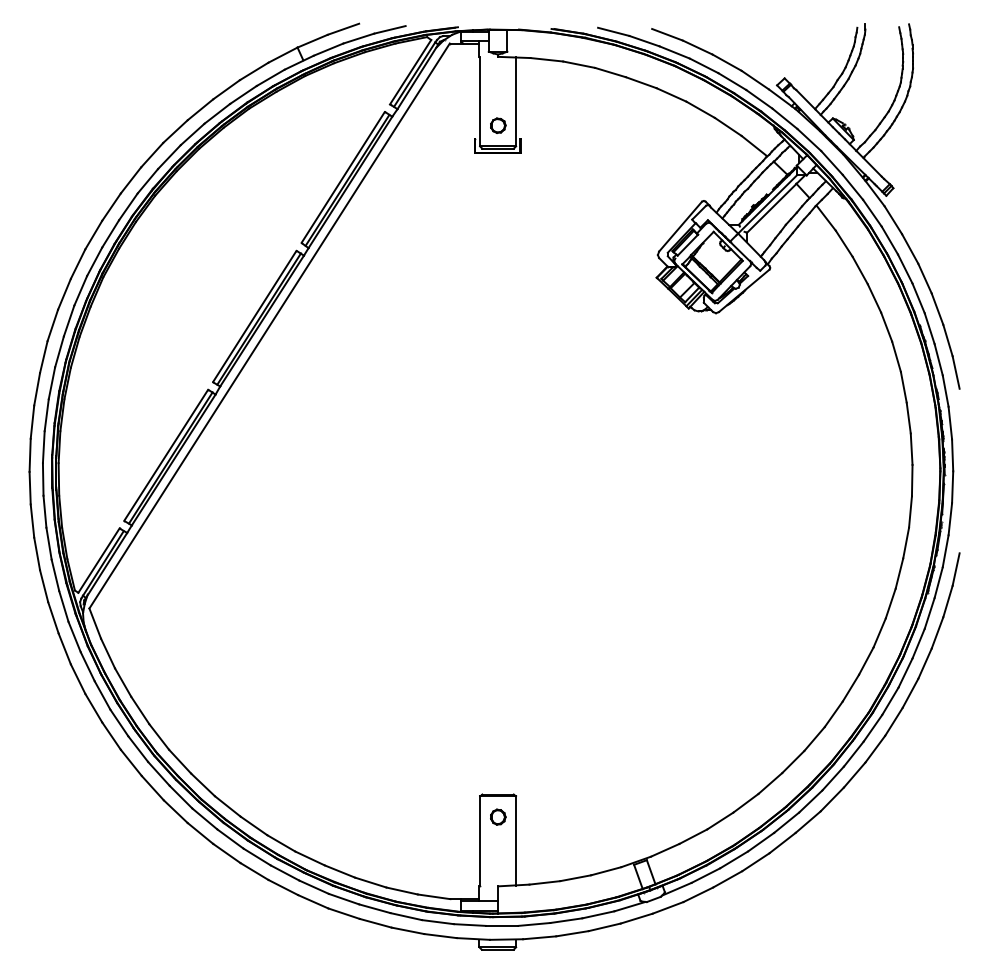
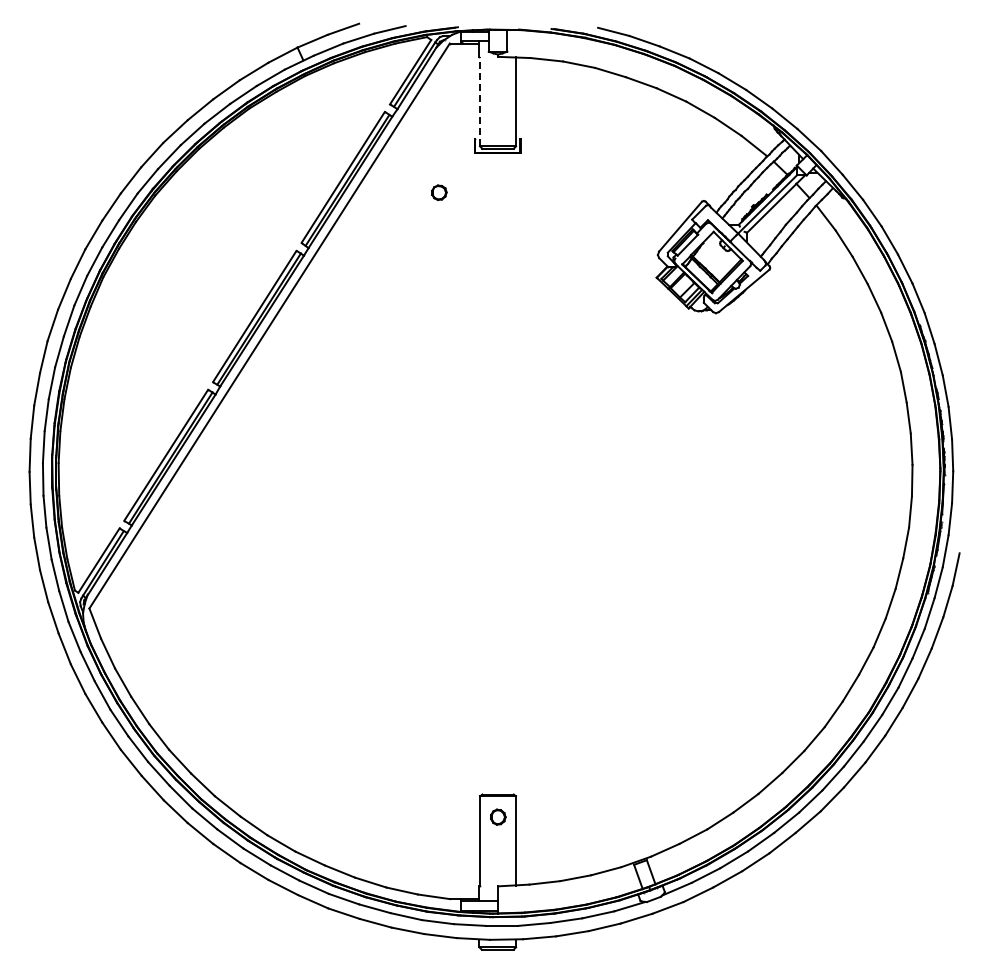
line at (480, 101): solid -> dashed
part at (498, 125) position: (498, 125) -> (439, 192)
part at (853, 168): present -> none
